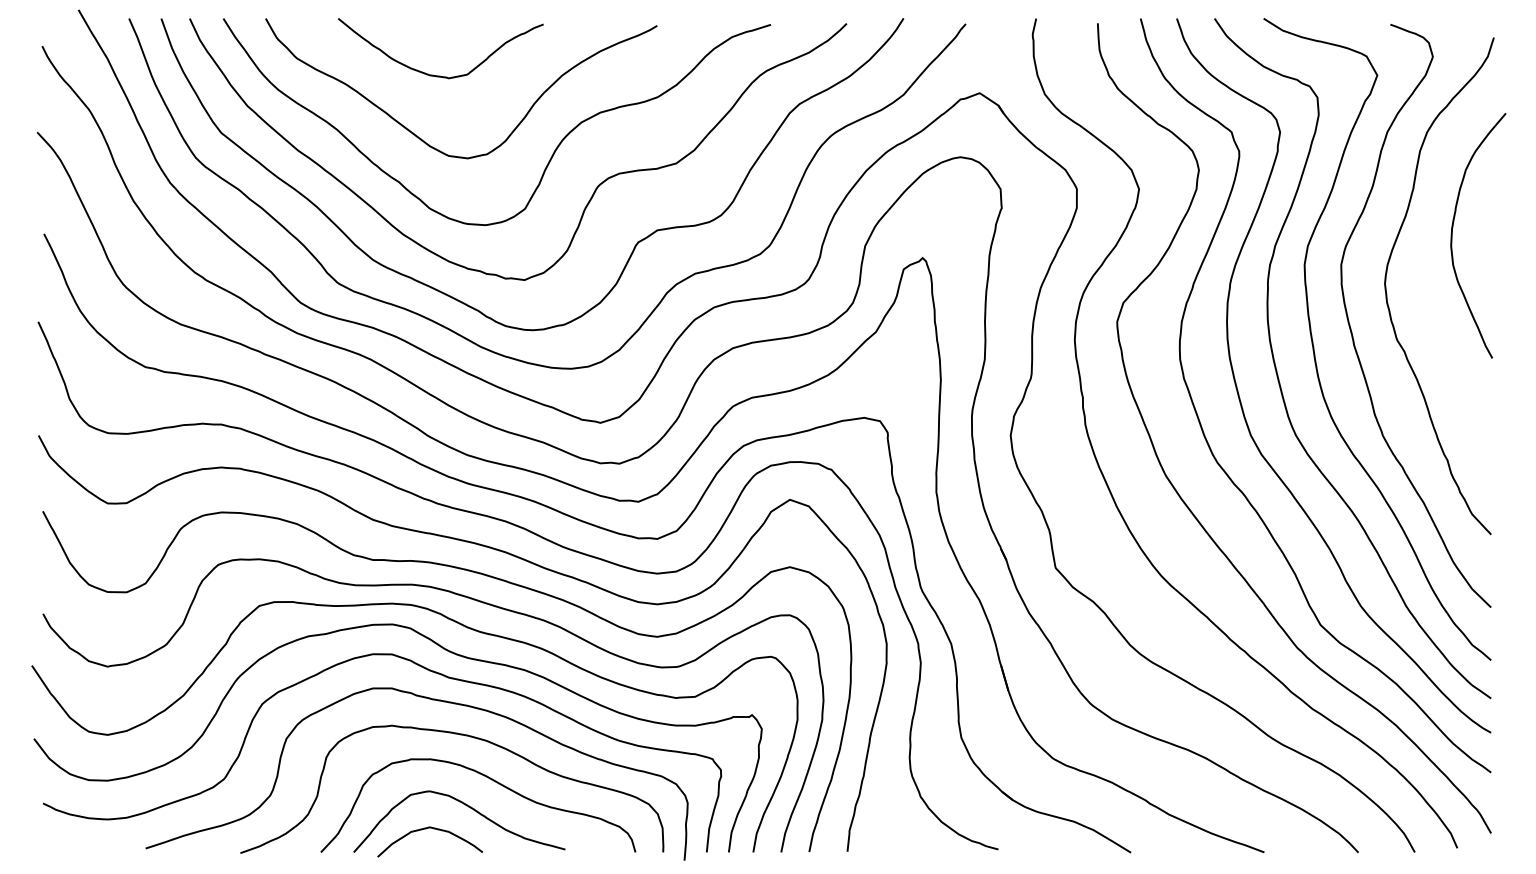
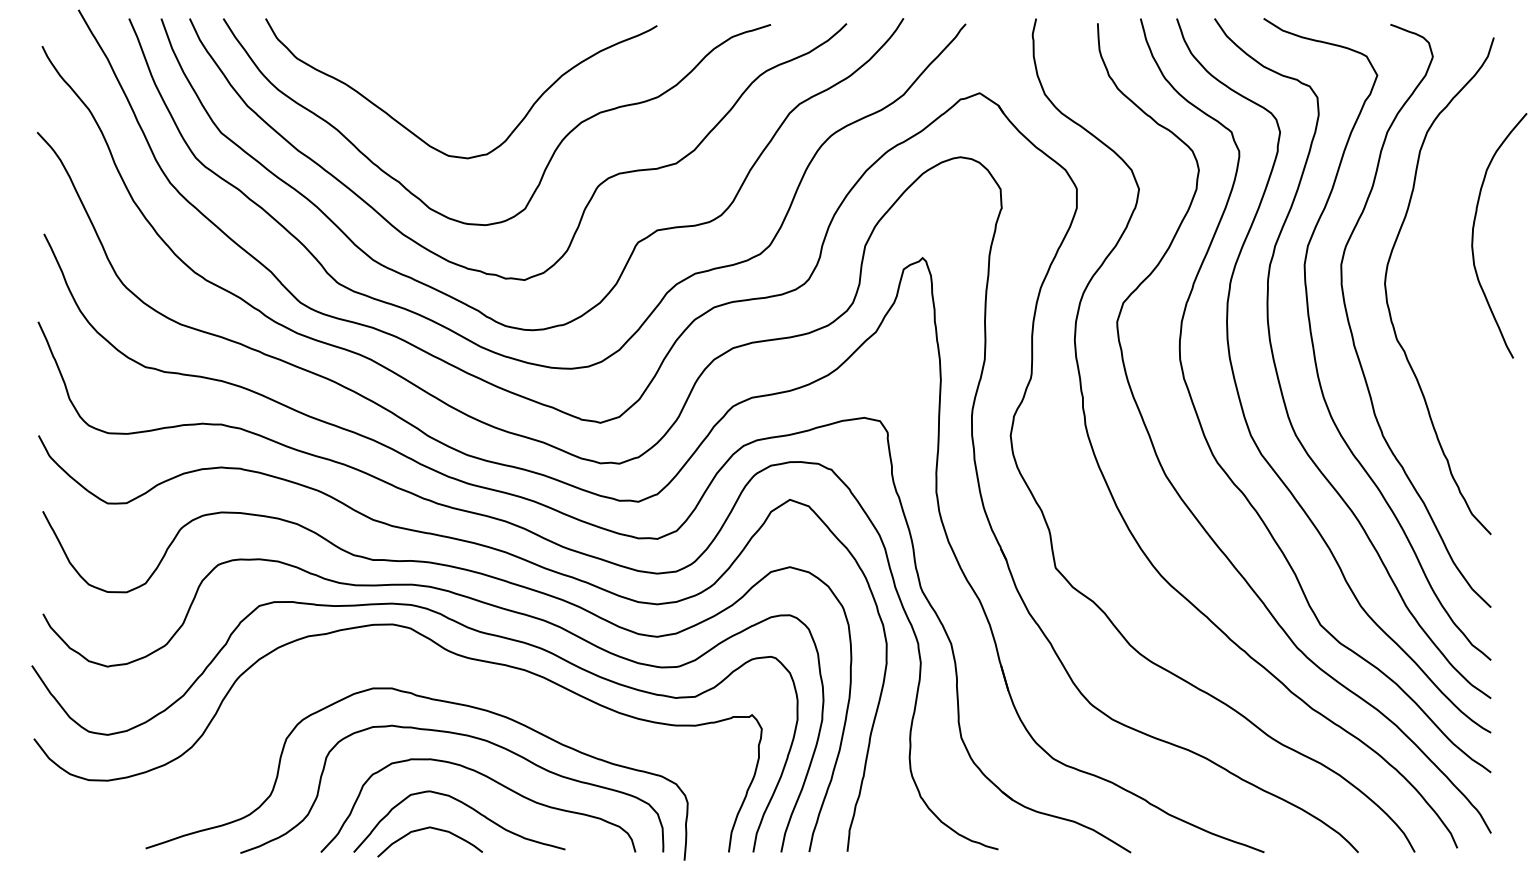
curve at (433, 74): present -> none
curve at (1452, 235) position: (1452, 235) -> (1473, 235)
curve at (423, 668): present -> none
